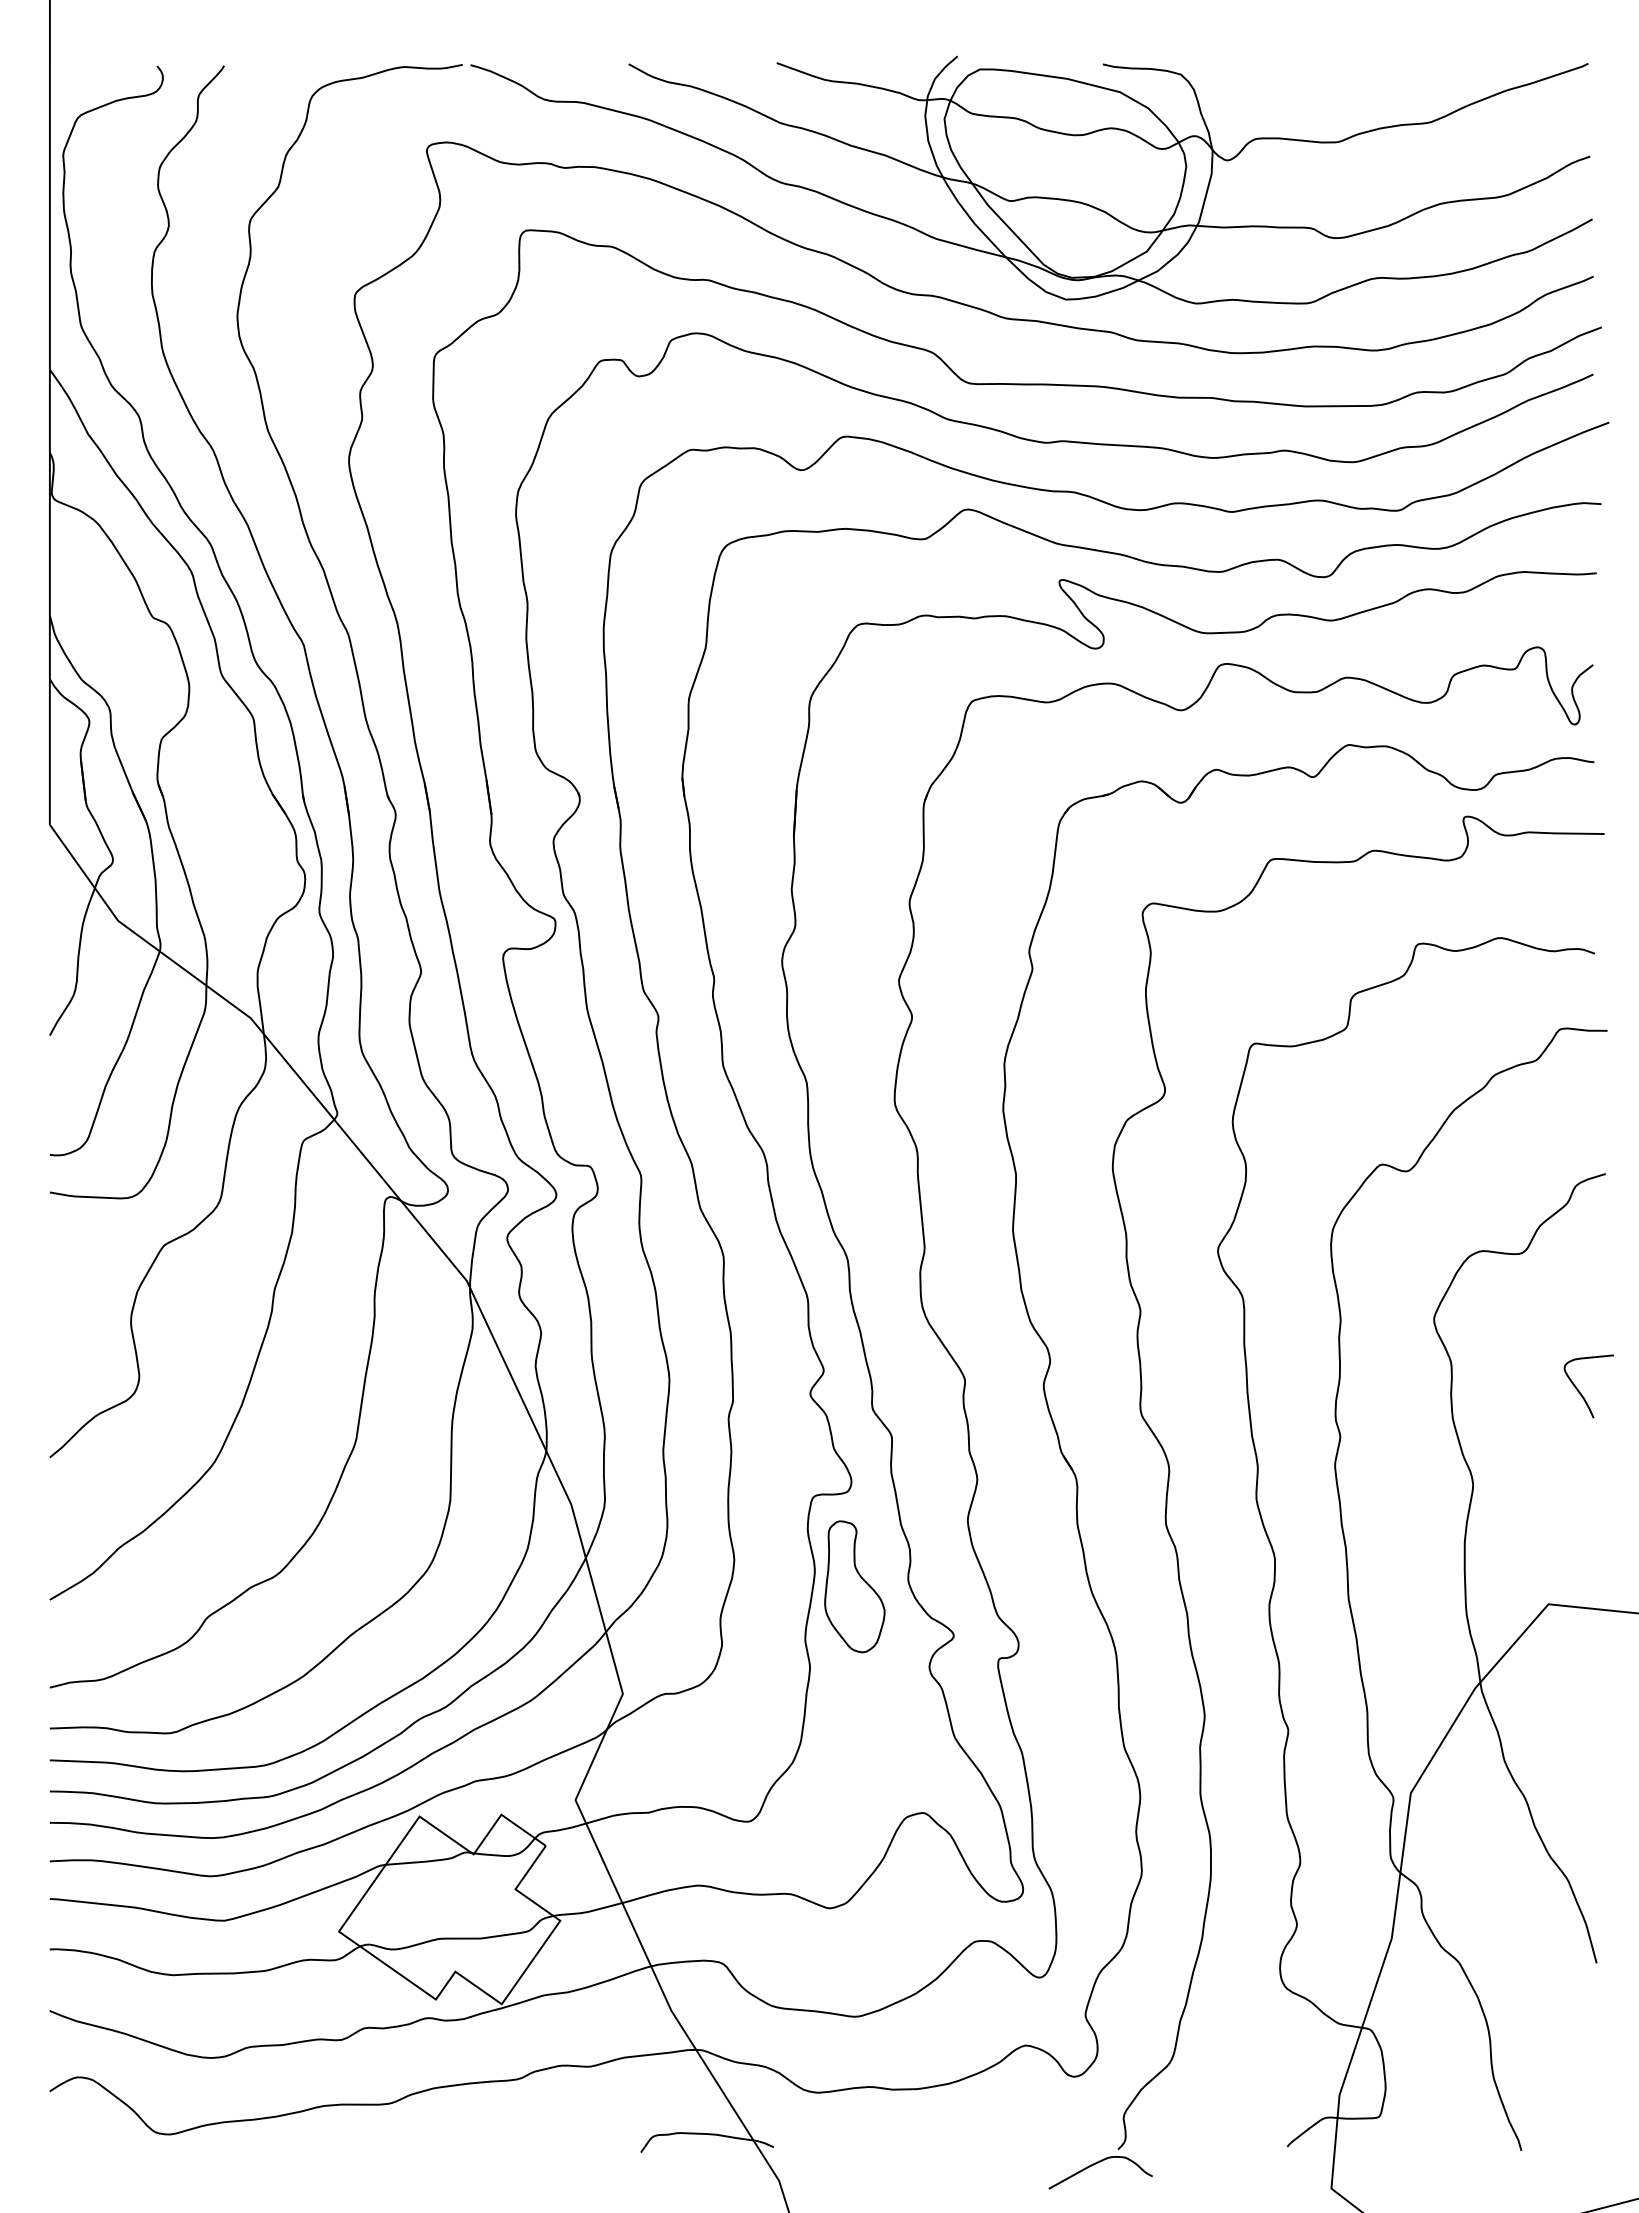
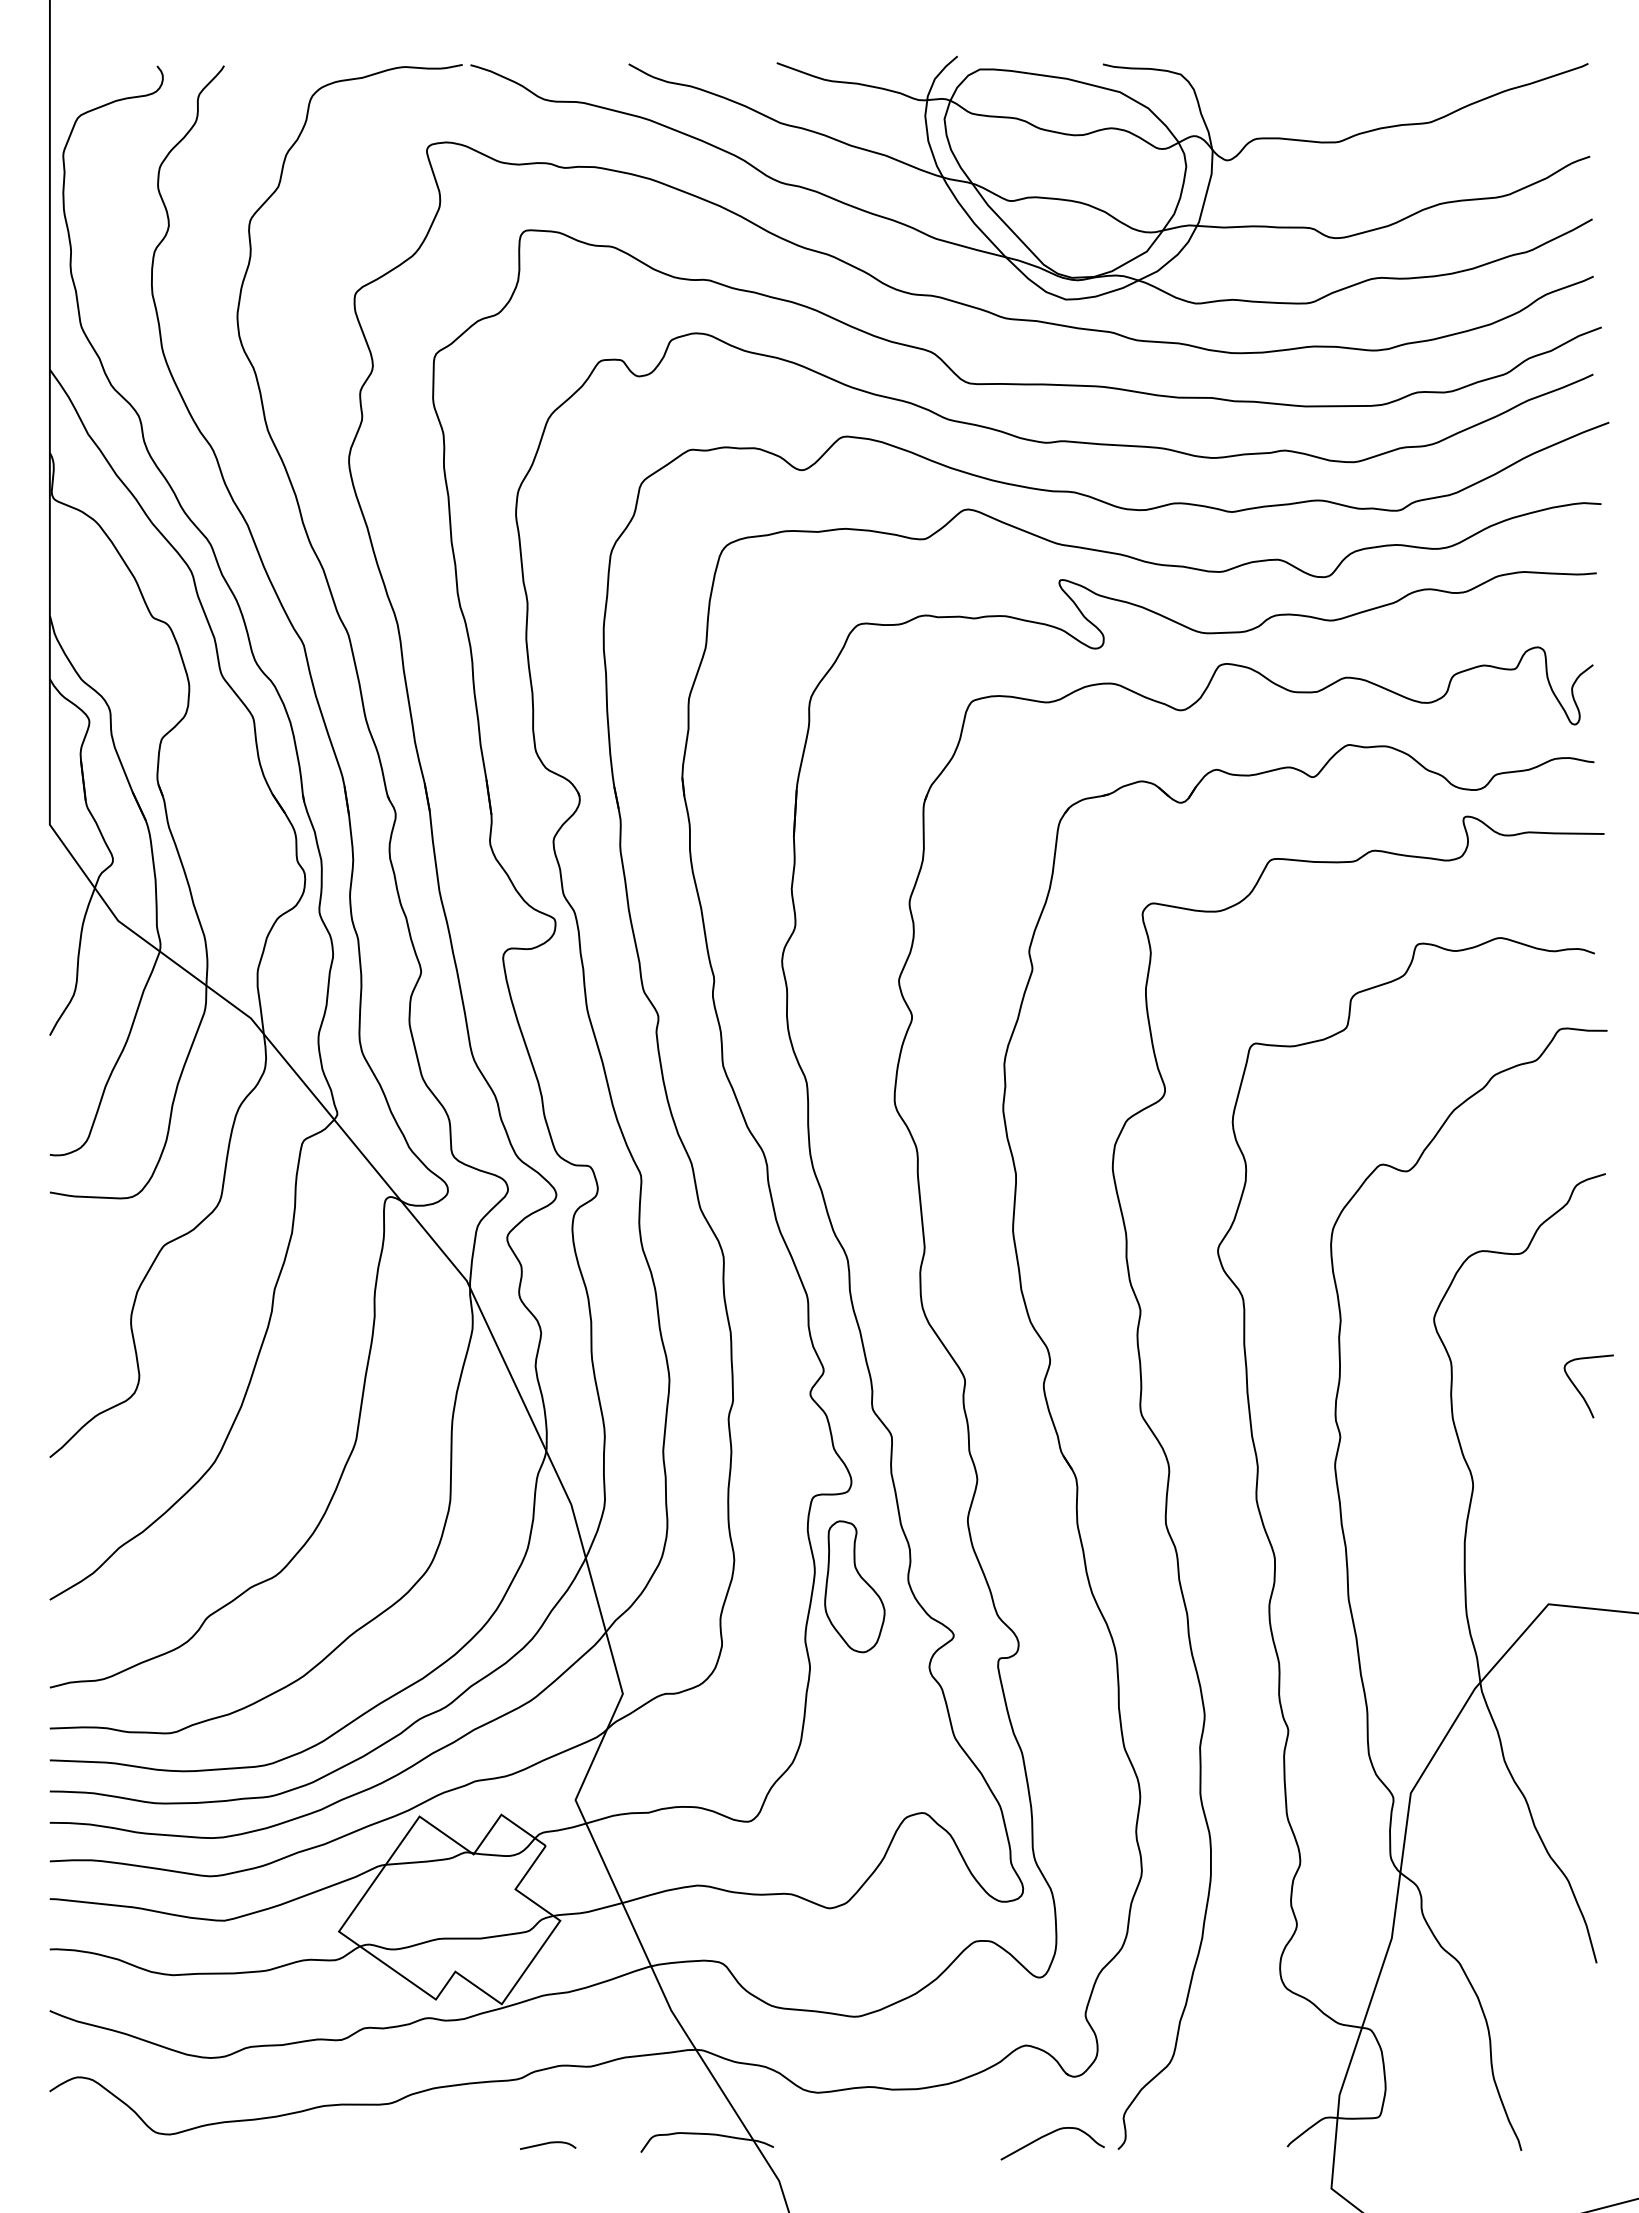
curve at (547, 2144): none -> present
curve at (1096, 2164) position: (1096, 2164) -> (1048, 2135)
